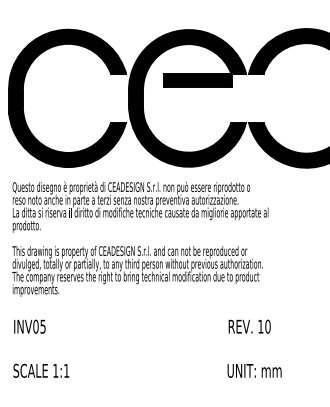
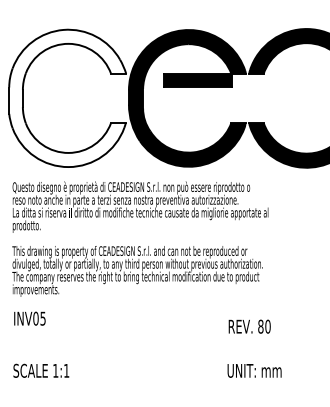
fill at (67, 98): present -> none
text at (29, 326) position: (29, 326) -> (29, 318)
text at (260, 326): 10 -> 80
